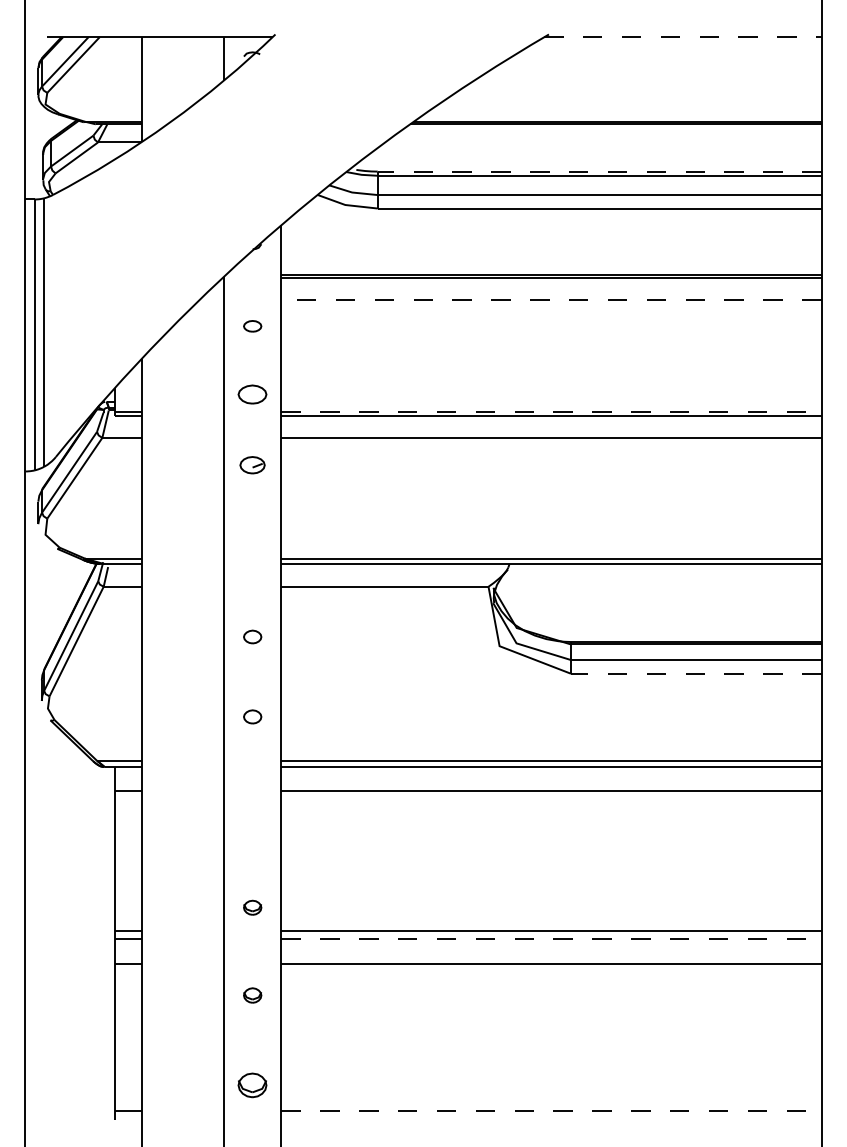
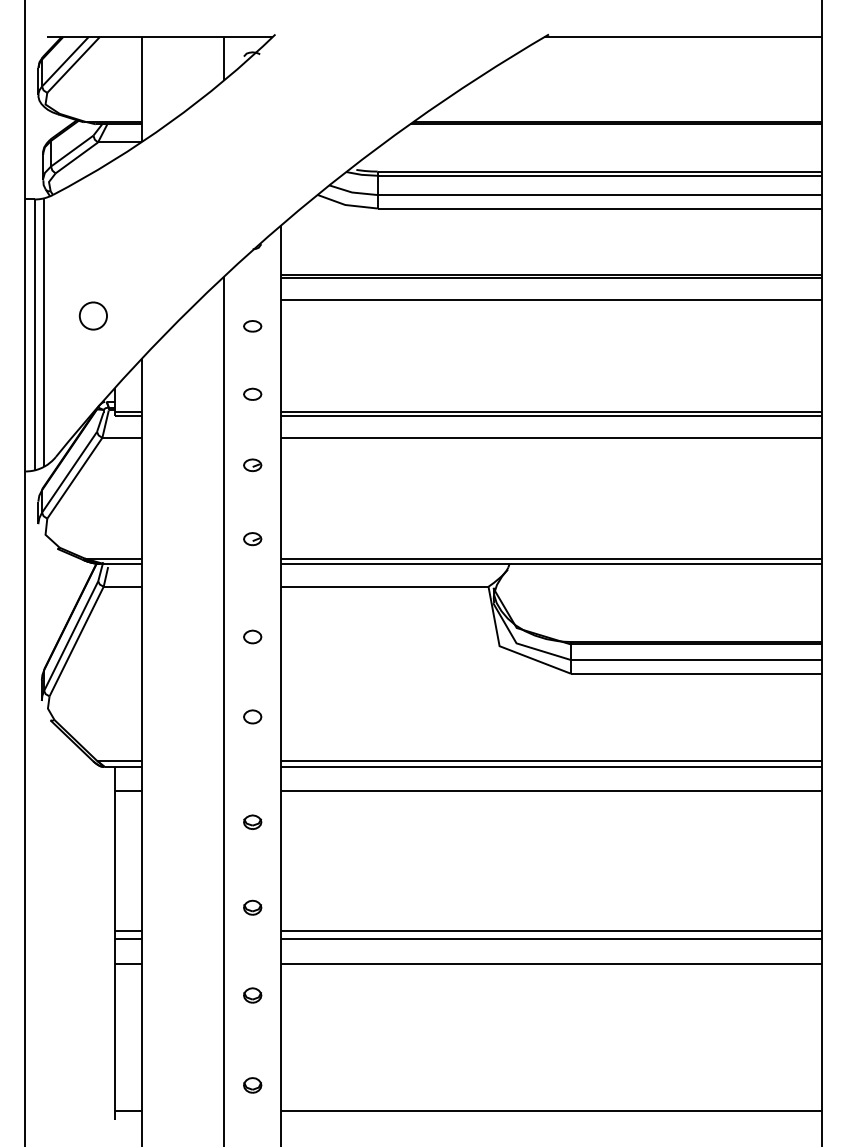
line at (682, 37): dashed -> solid
line at (599, 171): dashed -> solid
line at (551, 299): dashed -> solid
part at (92, 315): none -> present
part at (252, 394) size: 31x21 px -> 20x14 px
line at (552, 411): dashed -> solid
part at (252, 465) size: 27x19 px -> 20x15 px
part at (252, 539): none -> present
line at (695, 673): dashed -> solid
part at (252, 821): none -> present
line at (552, 939): dashed -> solid
part at (252, 1085) size: 31x27 px -> 20x17 px
line at (552, 1110): dashed -> solid
